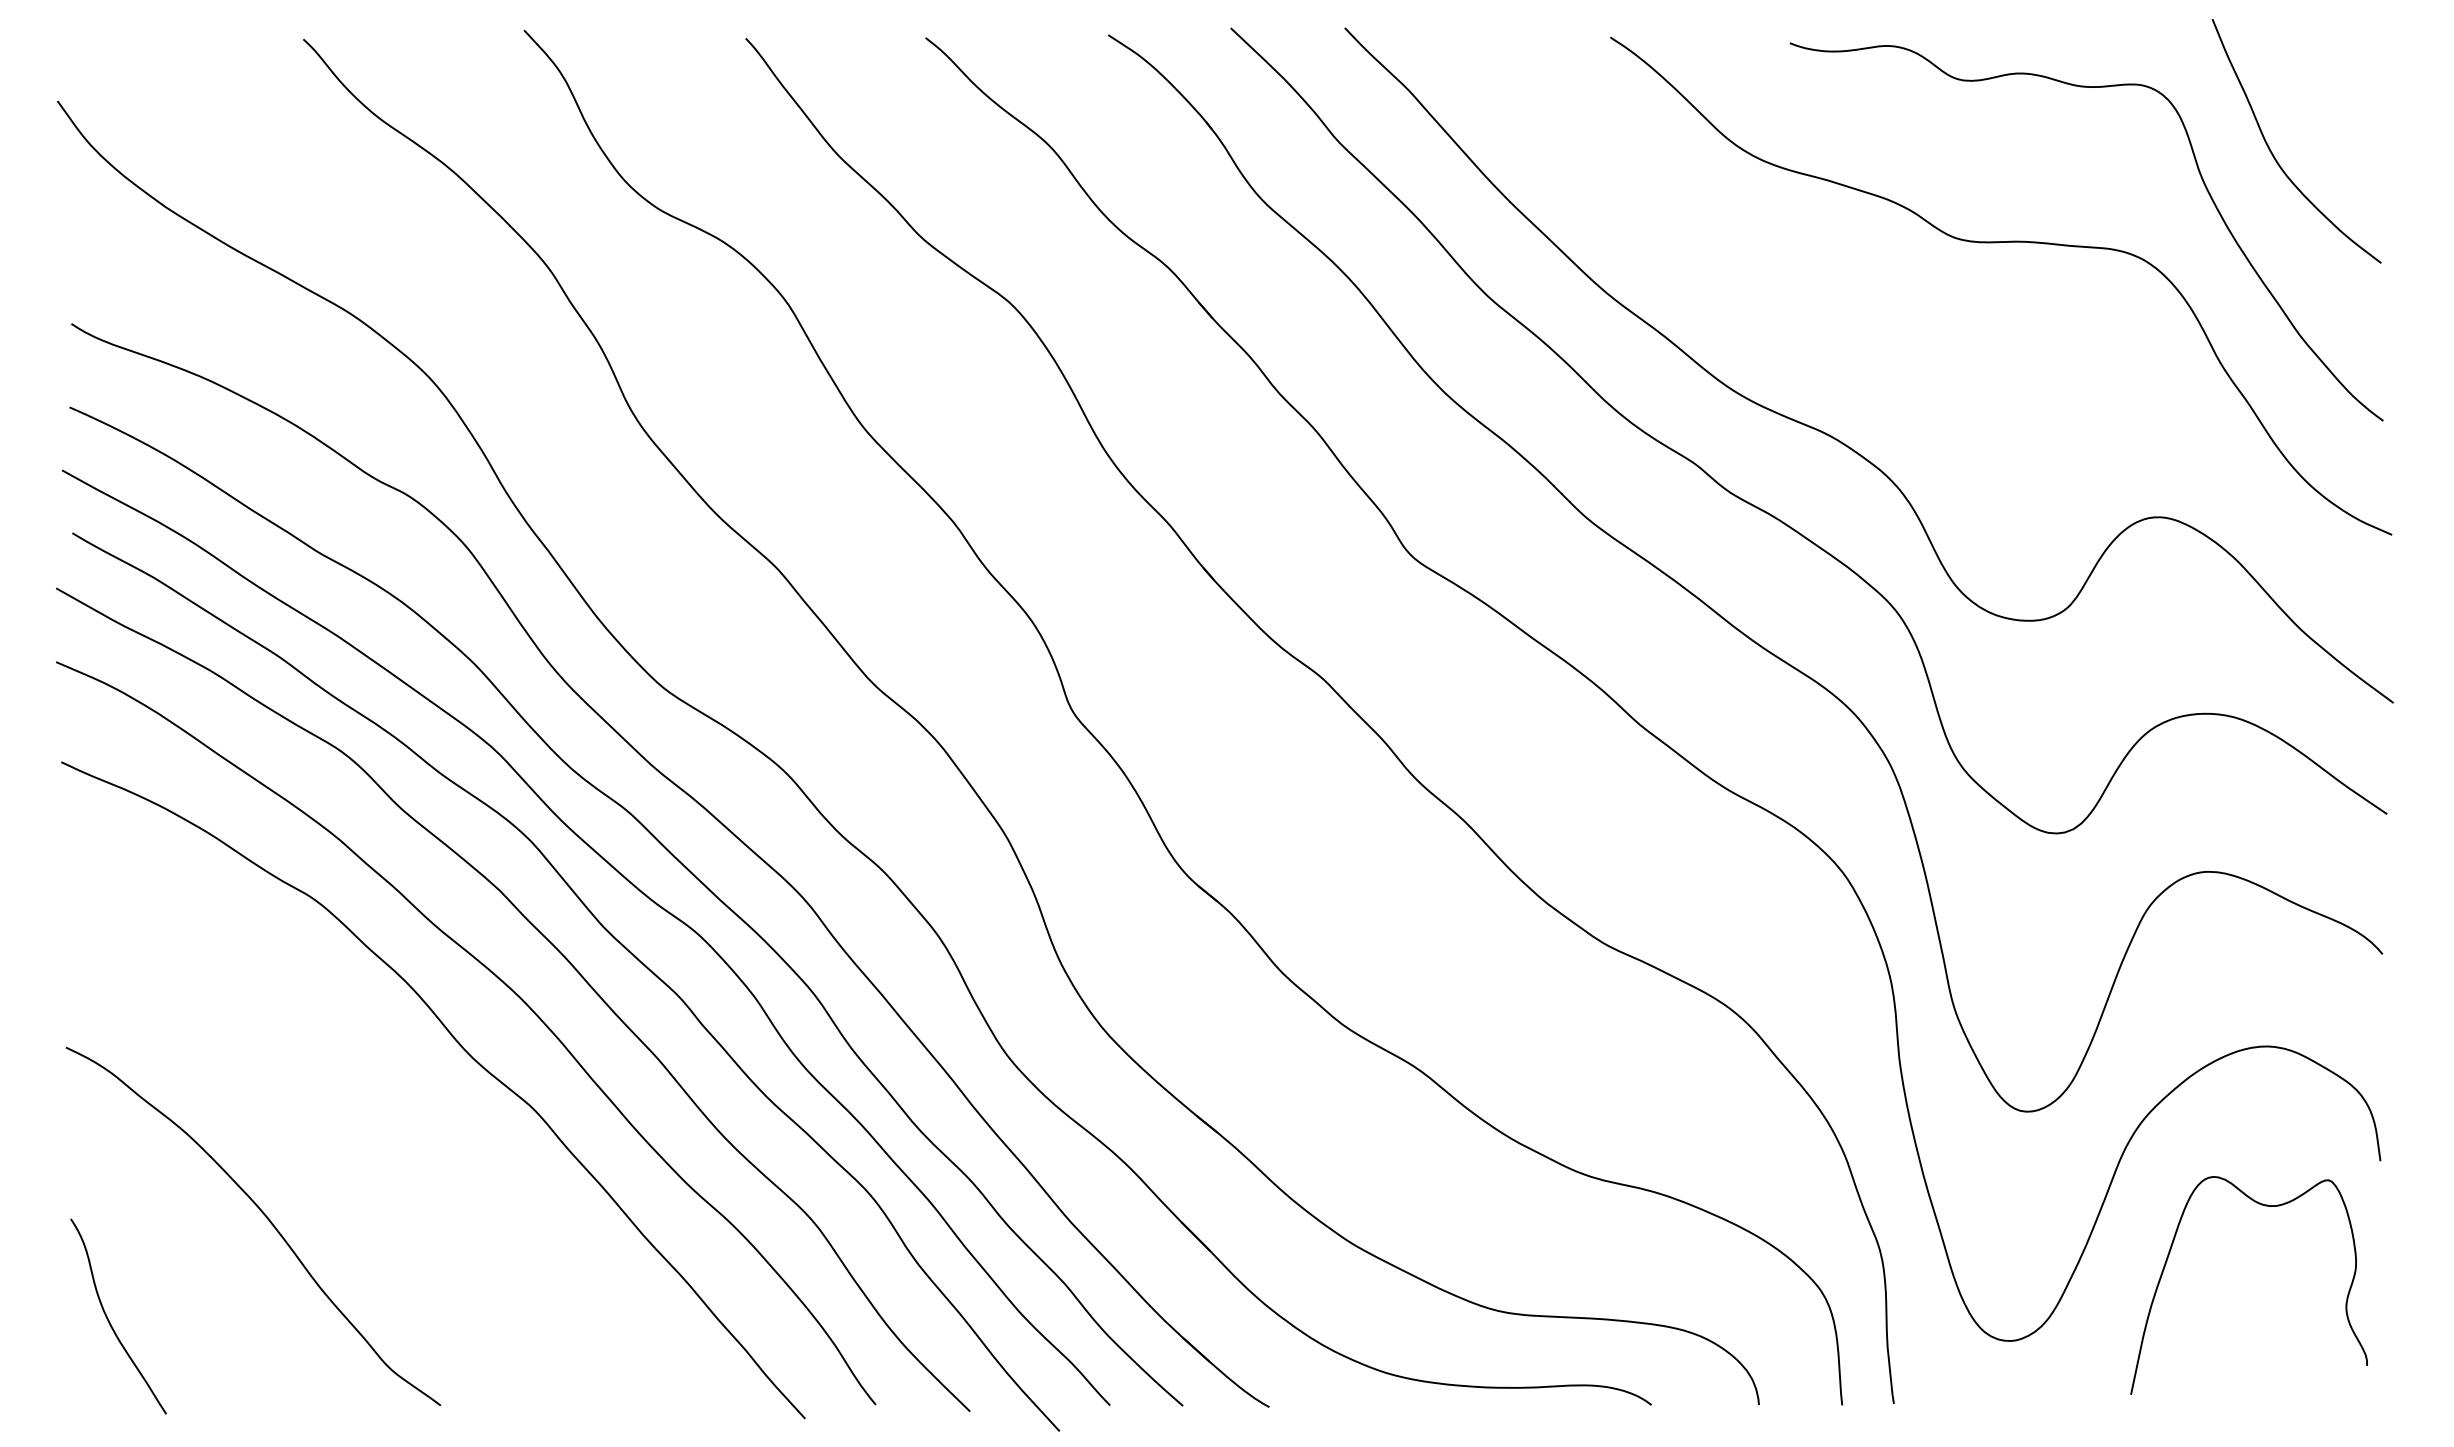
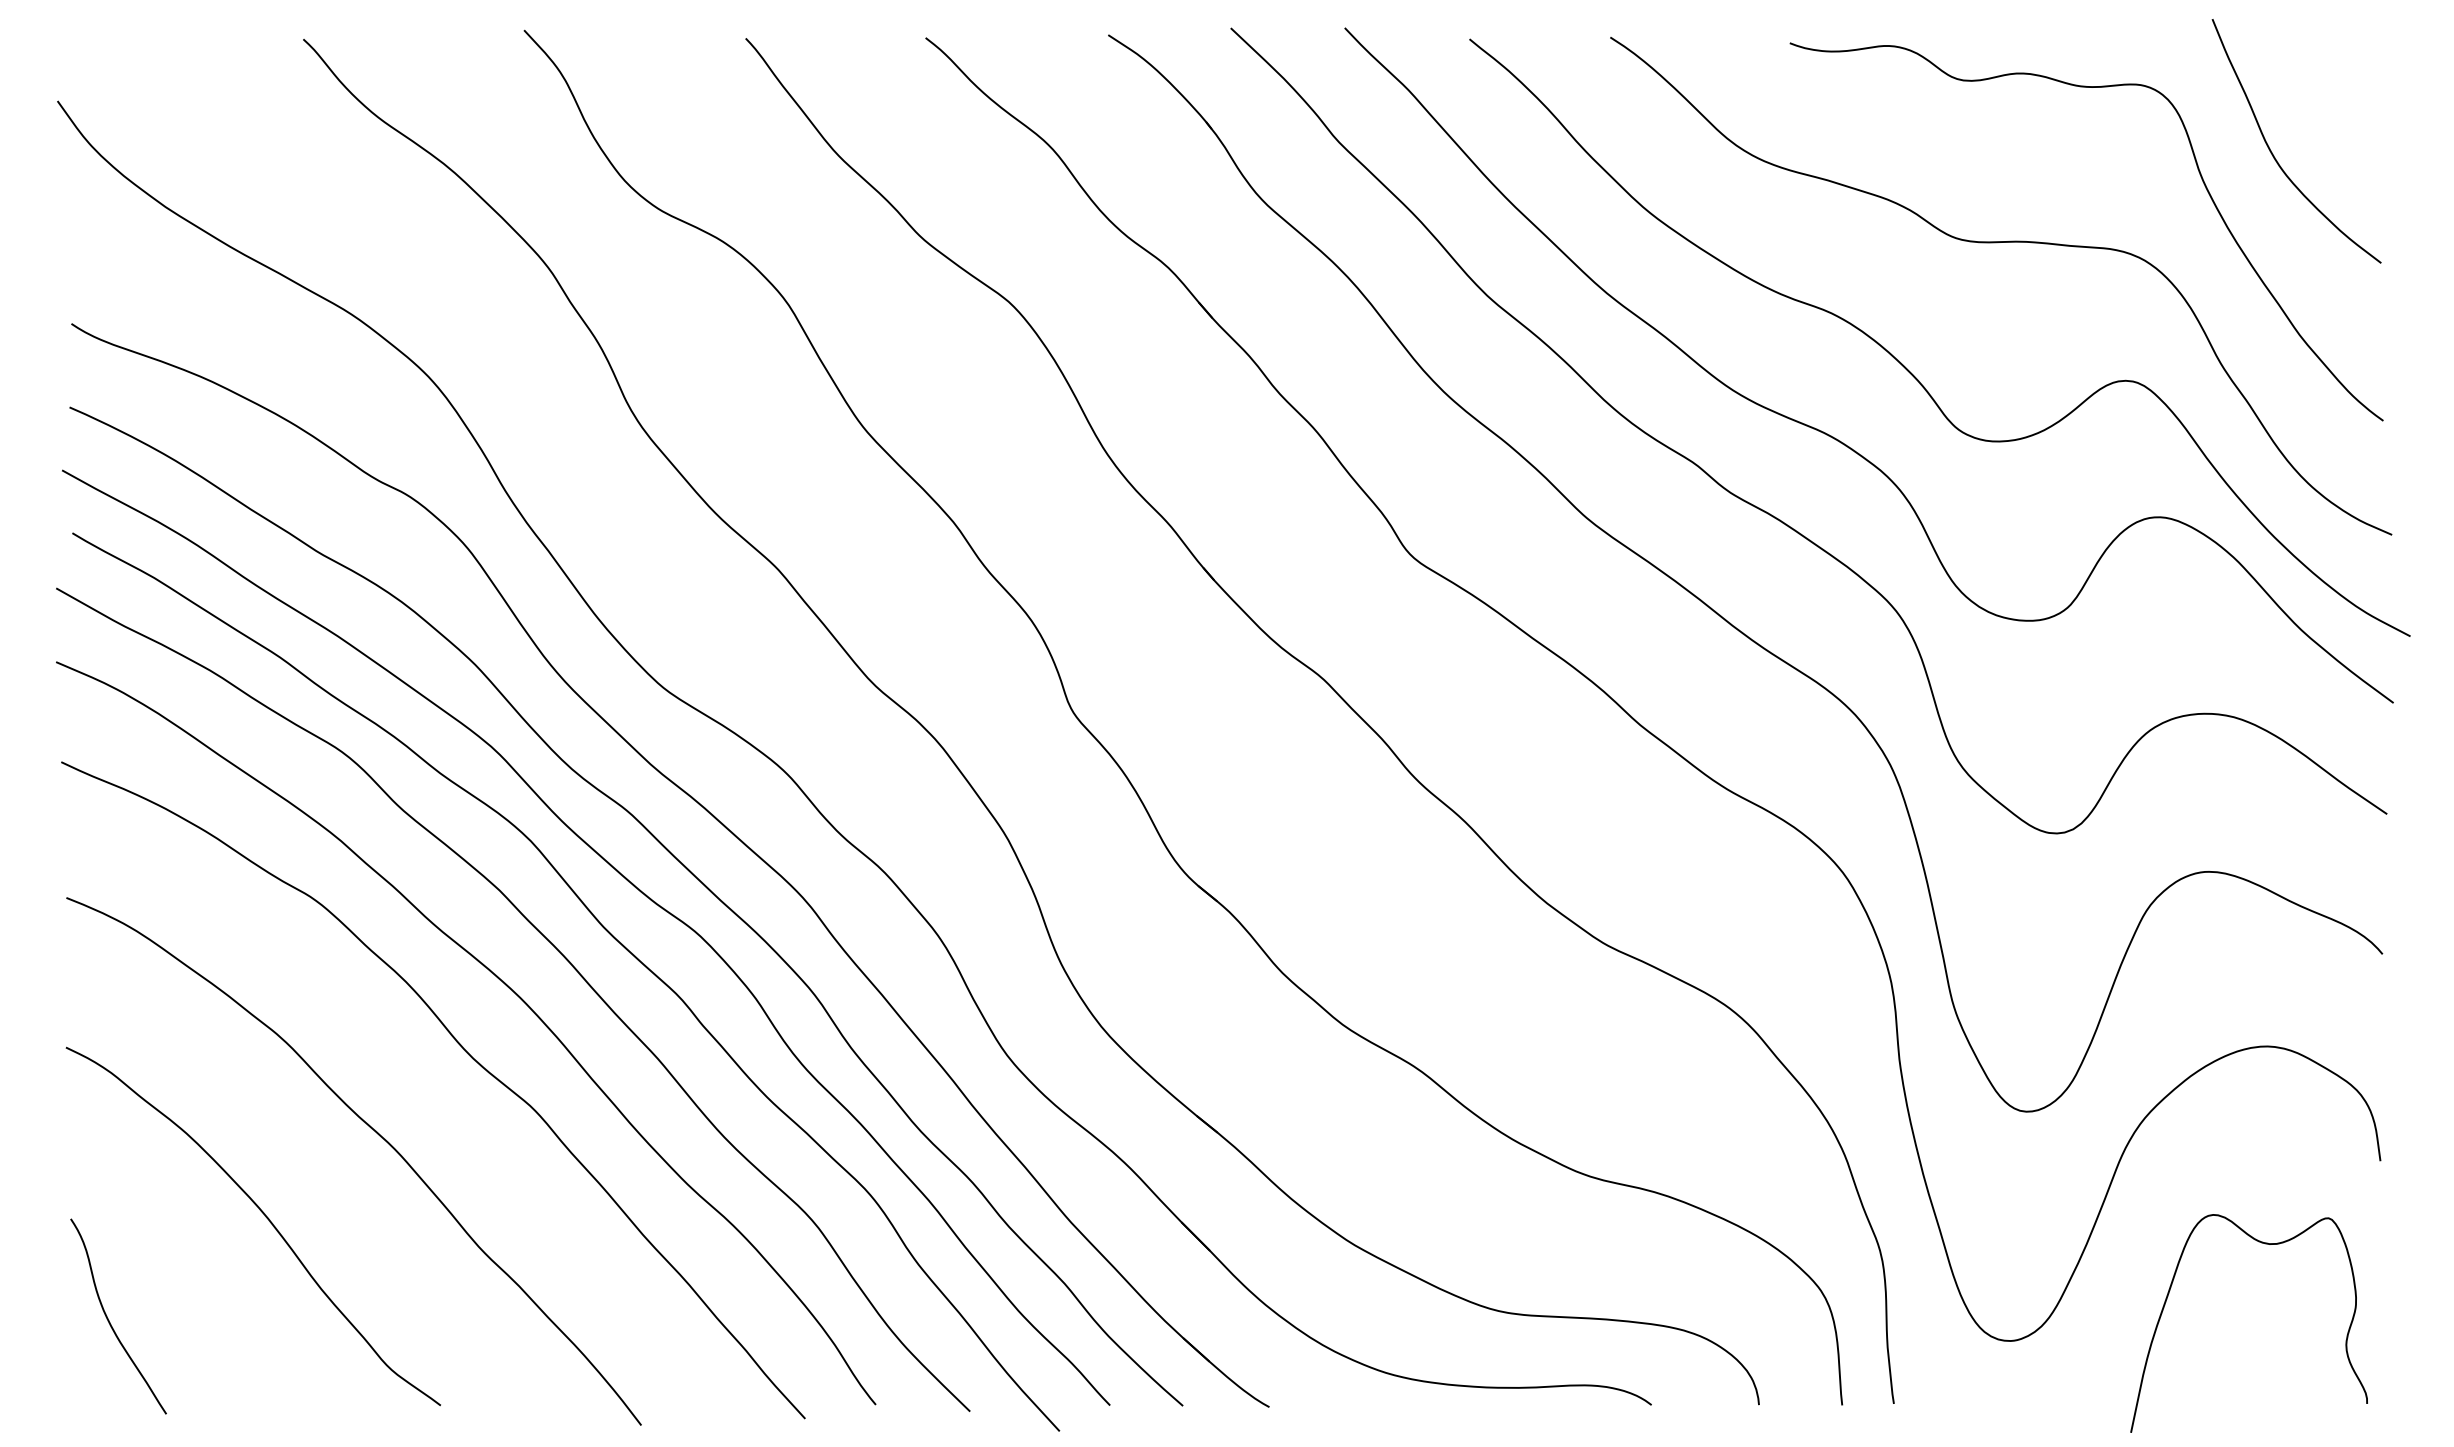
curve at (1907, 368): none -> present
curve at (378, 1135): none -> present
curve at (2265, 1206) position: (2265, 1206) -> (2265, 1244)
